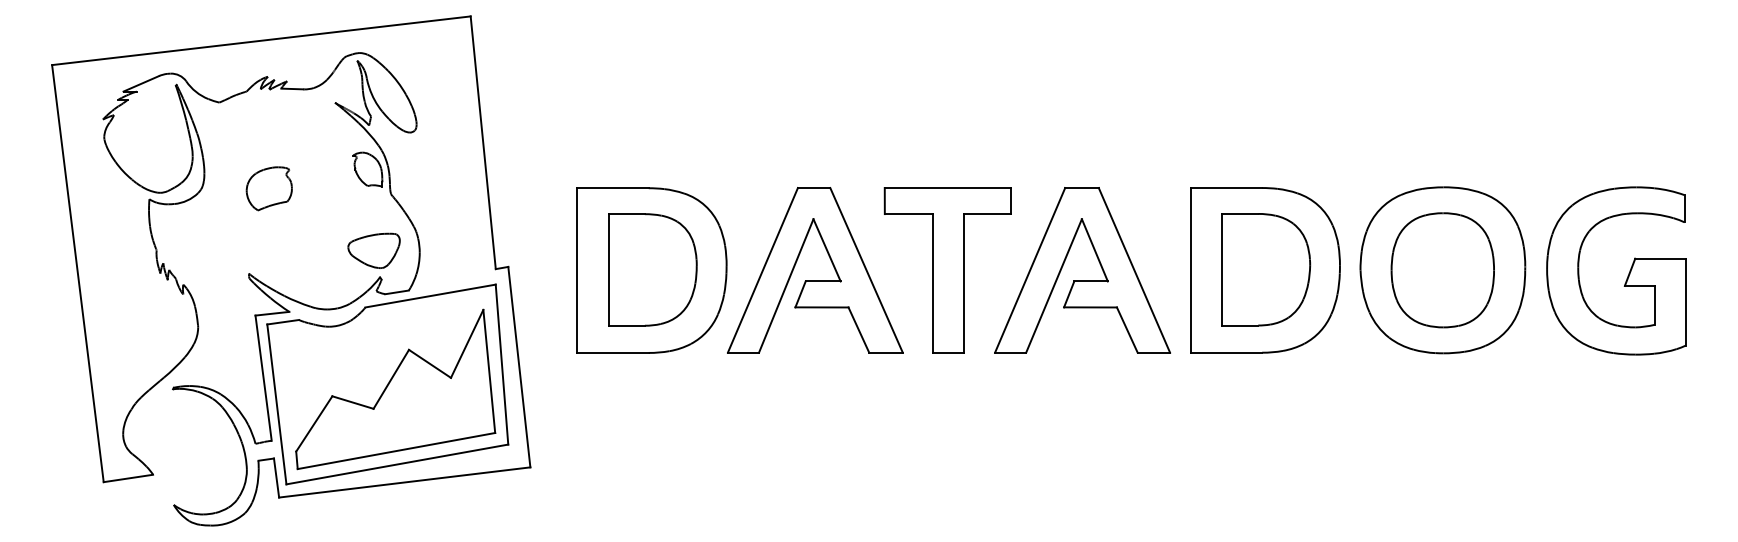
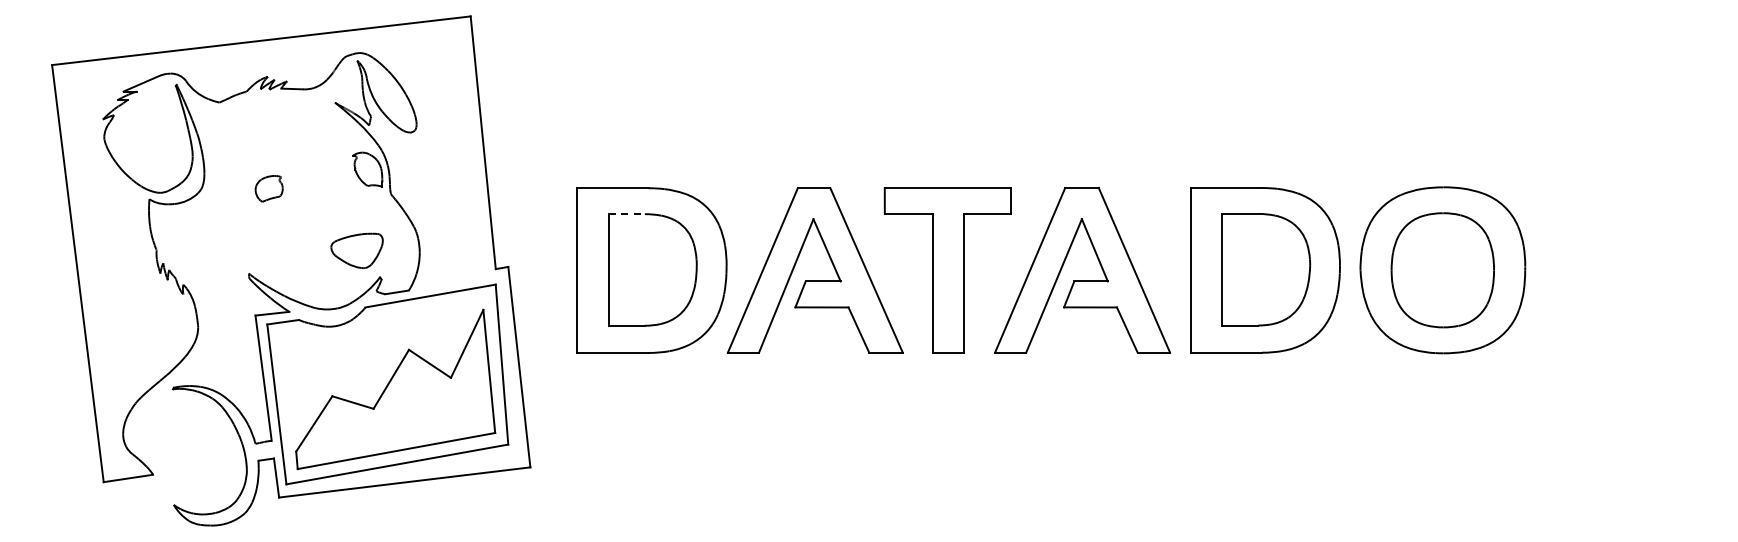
part at (268, 188) size: 48x46 px -> 30x28 px
line at (627, 214): solid -> dashed
part at (373, 250) position: (373, 250) -> (356, 250)
part at (1627, 275): present -> none
